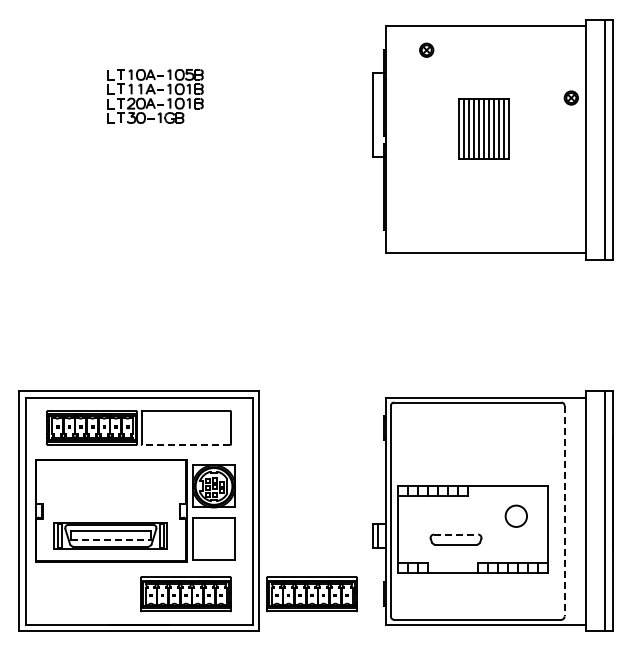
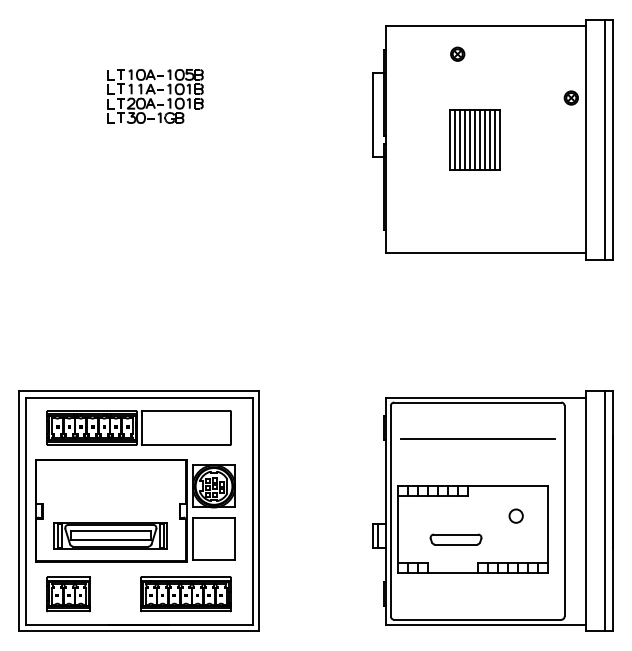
part at (426, 49) position: (426, 49) -> (457, 53)
part at (483, 128) position: (483, 128) -> (474, 139)
line at (477, 439): none -> present
line at (186, 445): dashed -> solid
line at (564, 511): dashed -> solid
circle at (515, 515) size: 24x24 px -> 16x16 px
line at (456, 534): dashed -> solid
line at (110, 539): dashed -> solid
part at (68, 594): none -> present
part at (311, 594): present -> none
